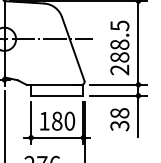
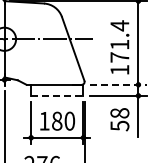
text at (119, 47): 288.5 -> 171.4
line at (119, 84): solid -> dashed
line at (57, 95): solid -> dashed
text at (119, 125): 38 -> 58
